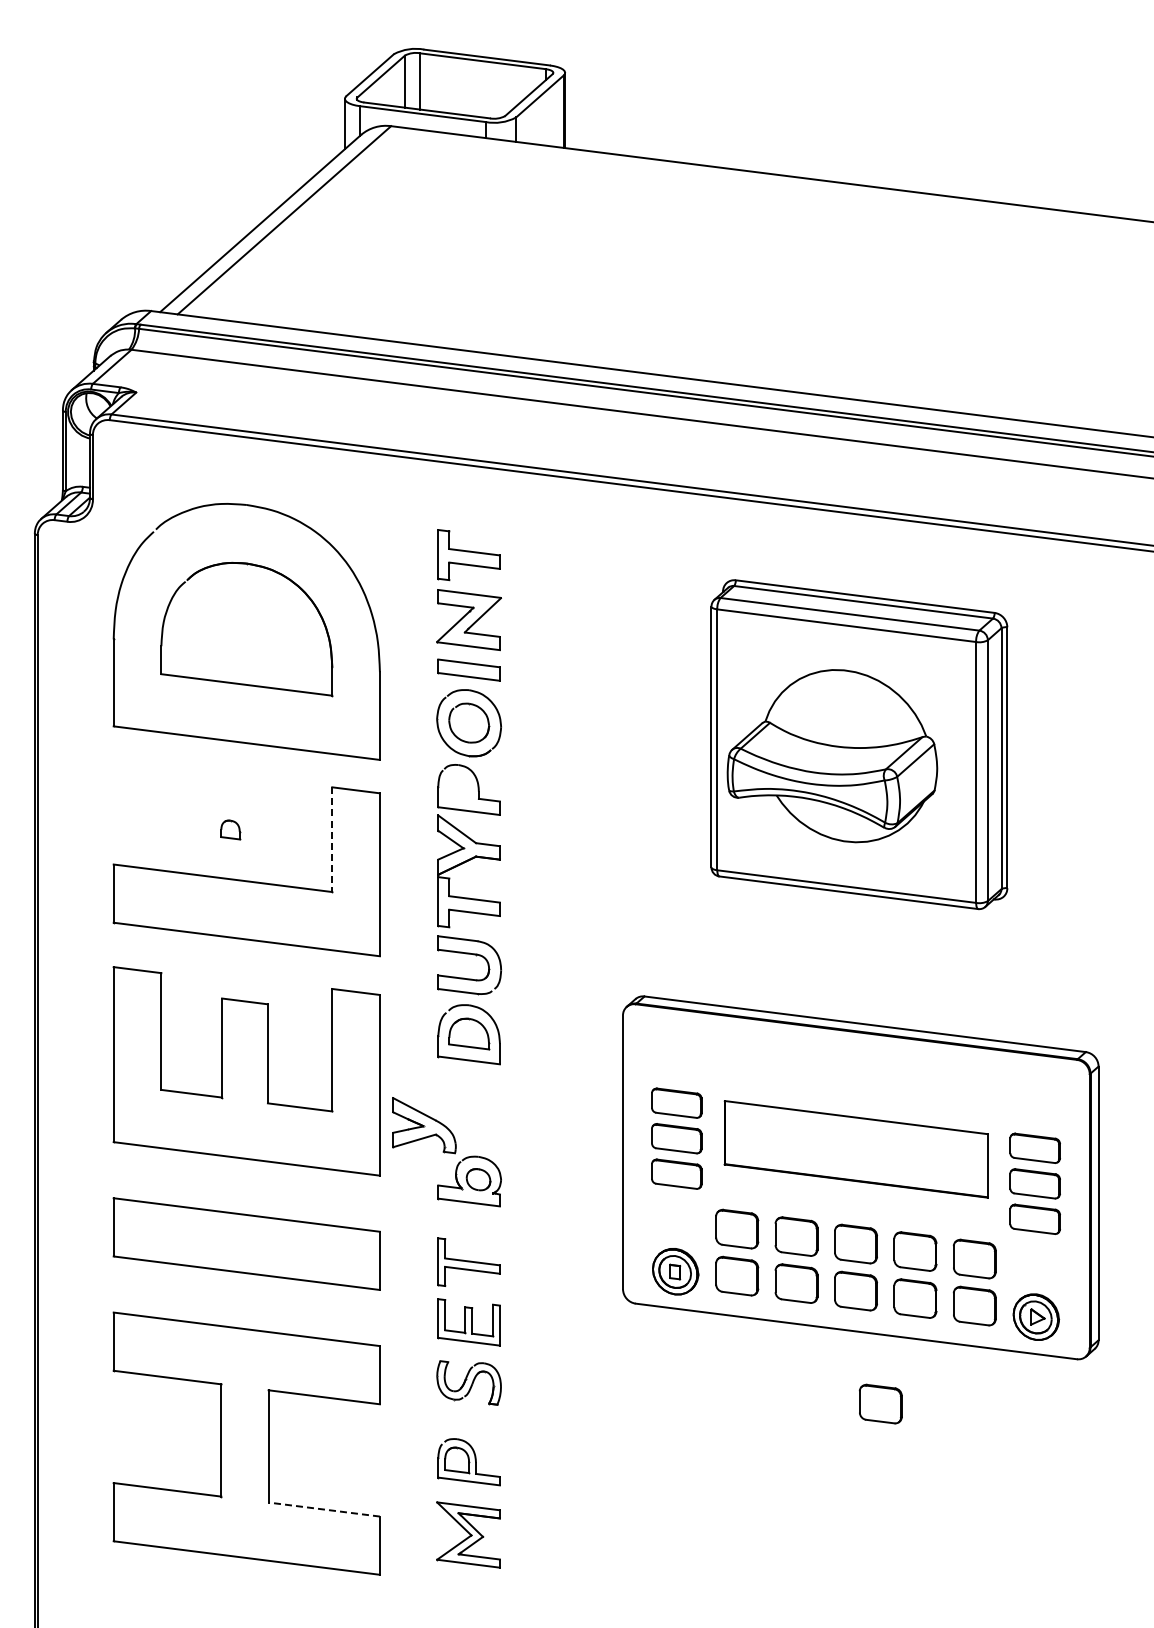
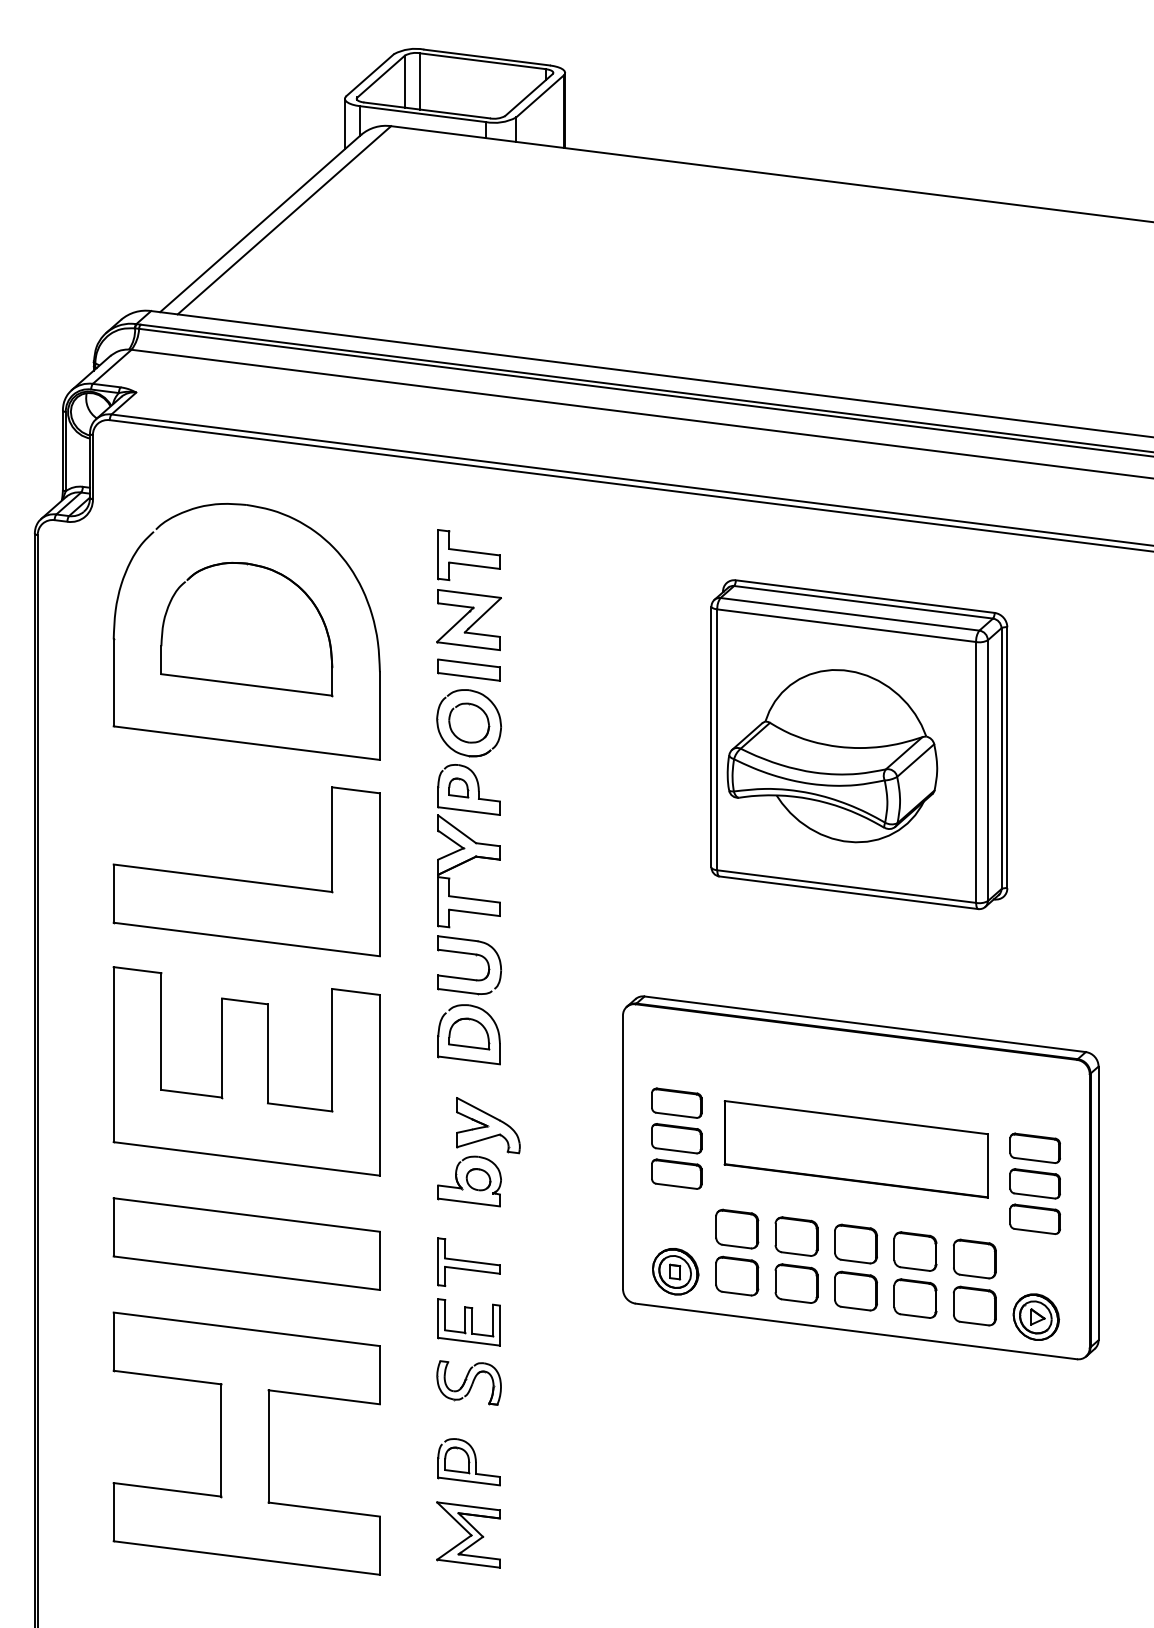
part at (230, 829) position: (230, 829) -> (458, 787)
line at (332, 840): dashed -> solid
part at (424, 1125) position: (424, 1125) -> (488, 1125)
part at (880, 1403): present -> none
line at (323, 1509): dashed -> solid
